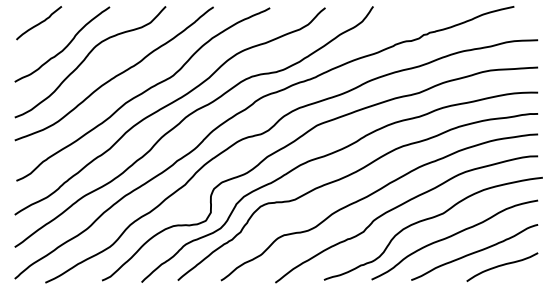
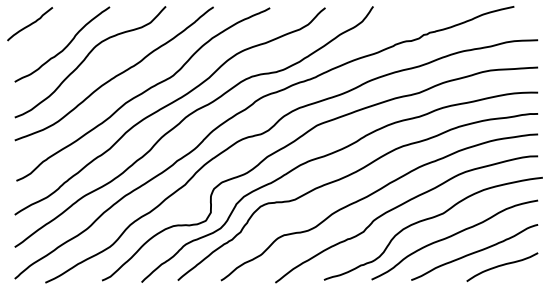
curve at (39, 23) position: (39, 23) -> (30, 24)
